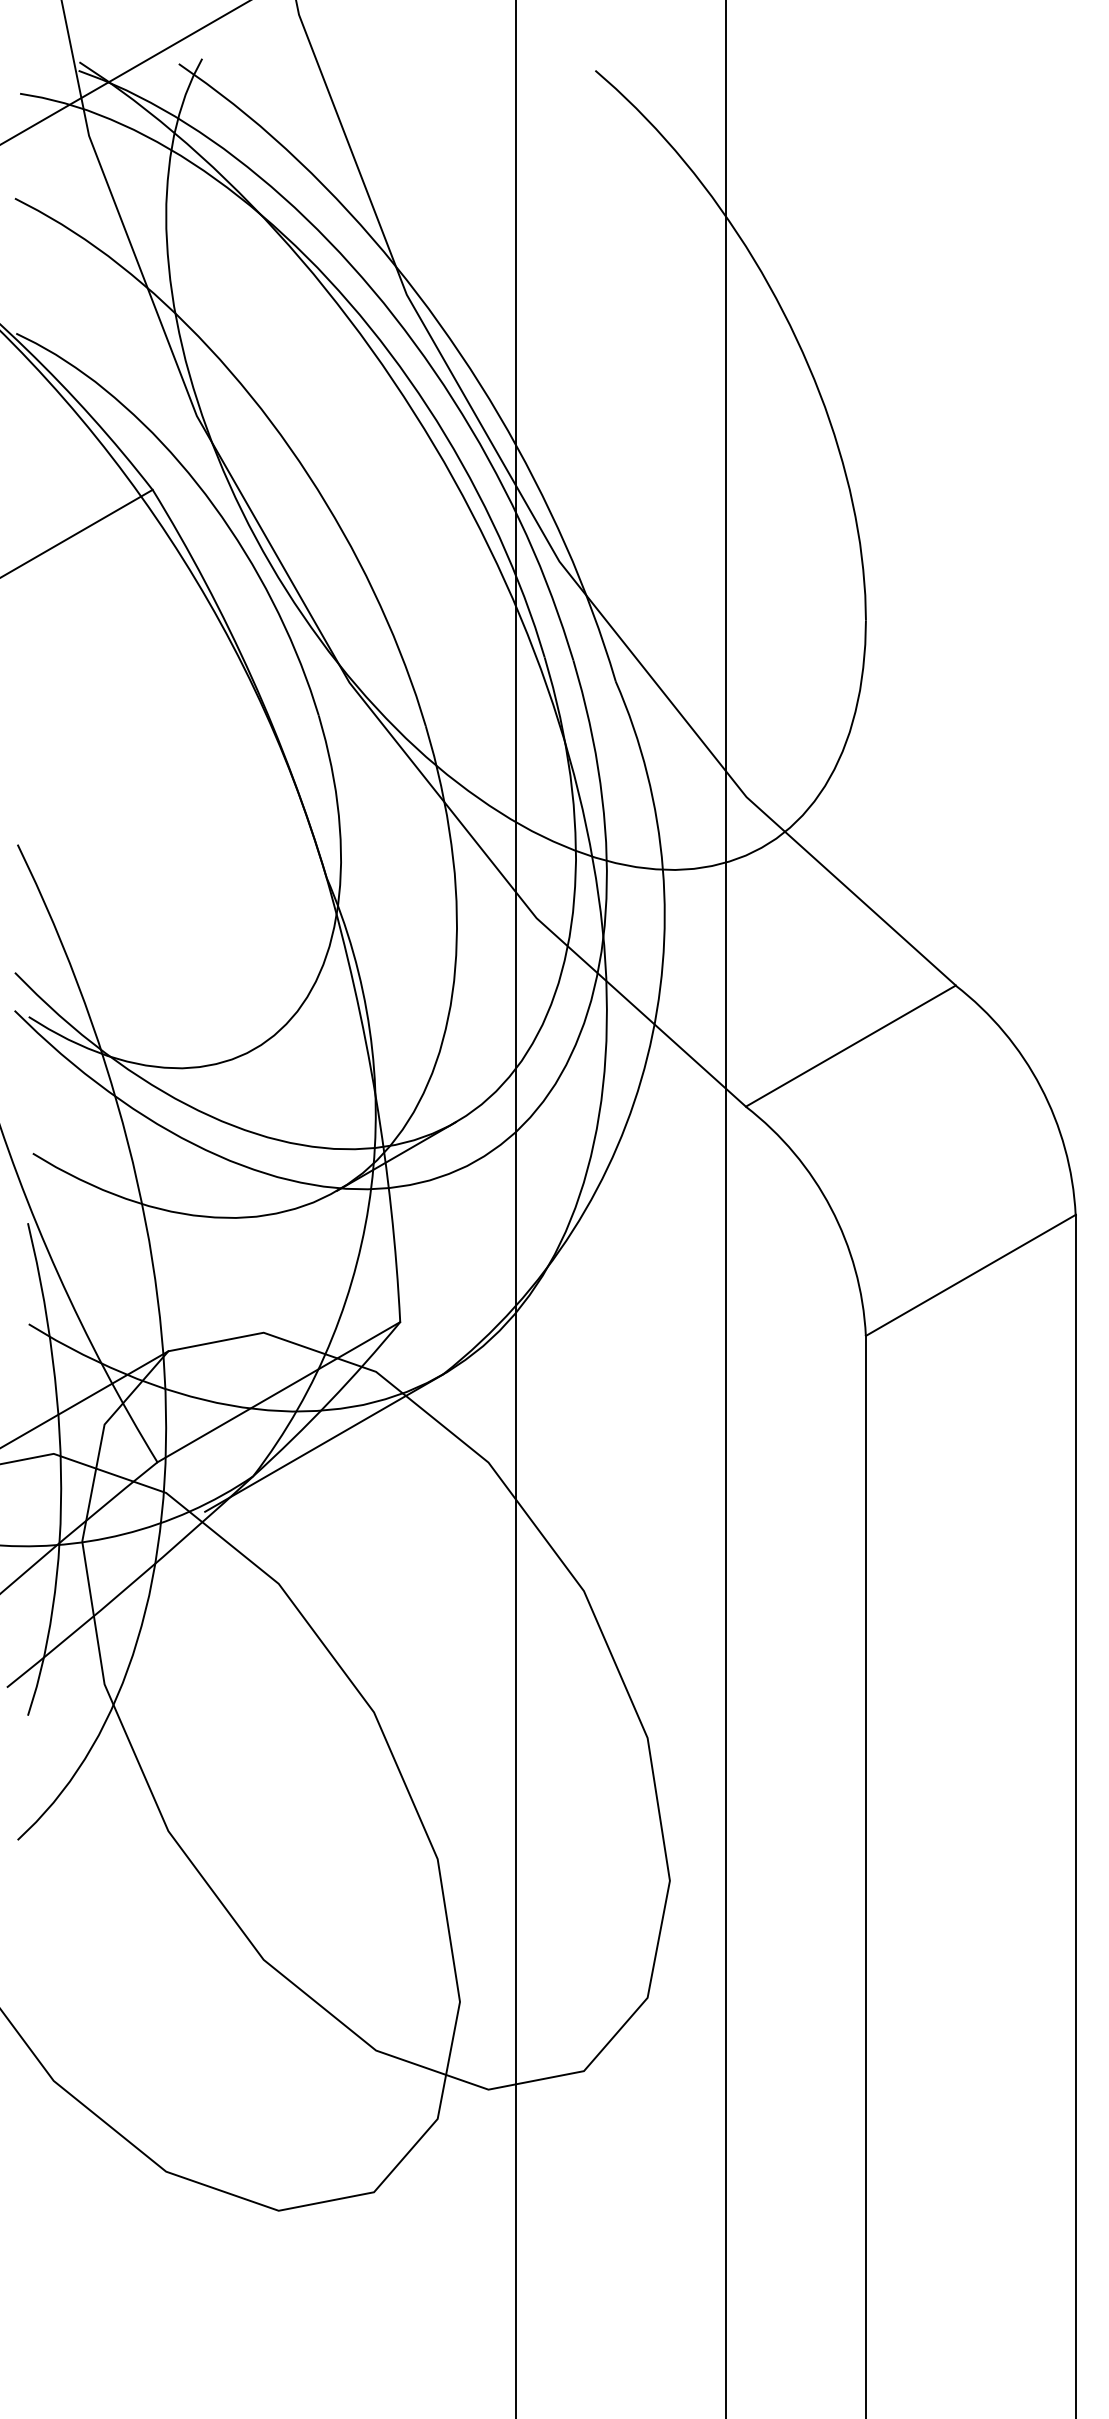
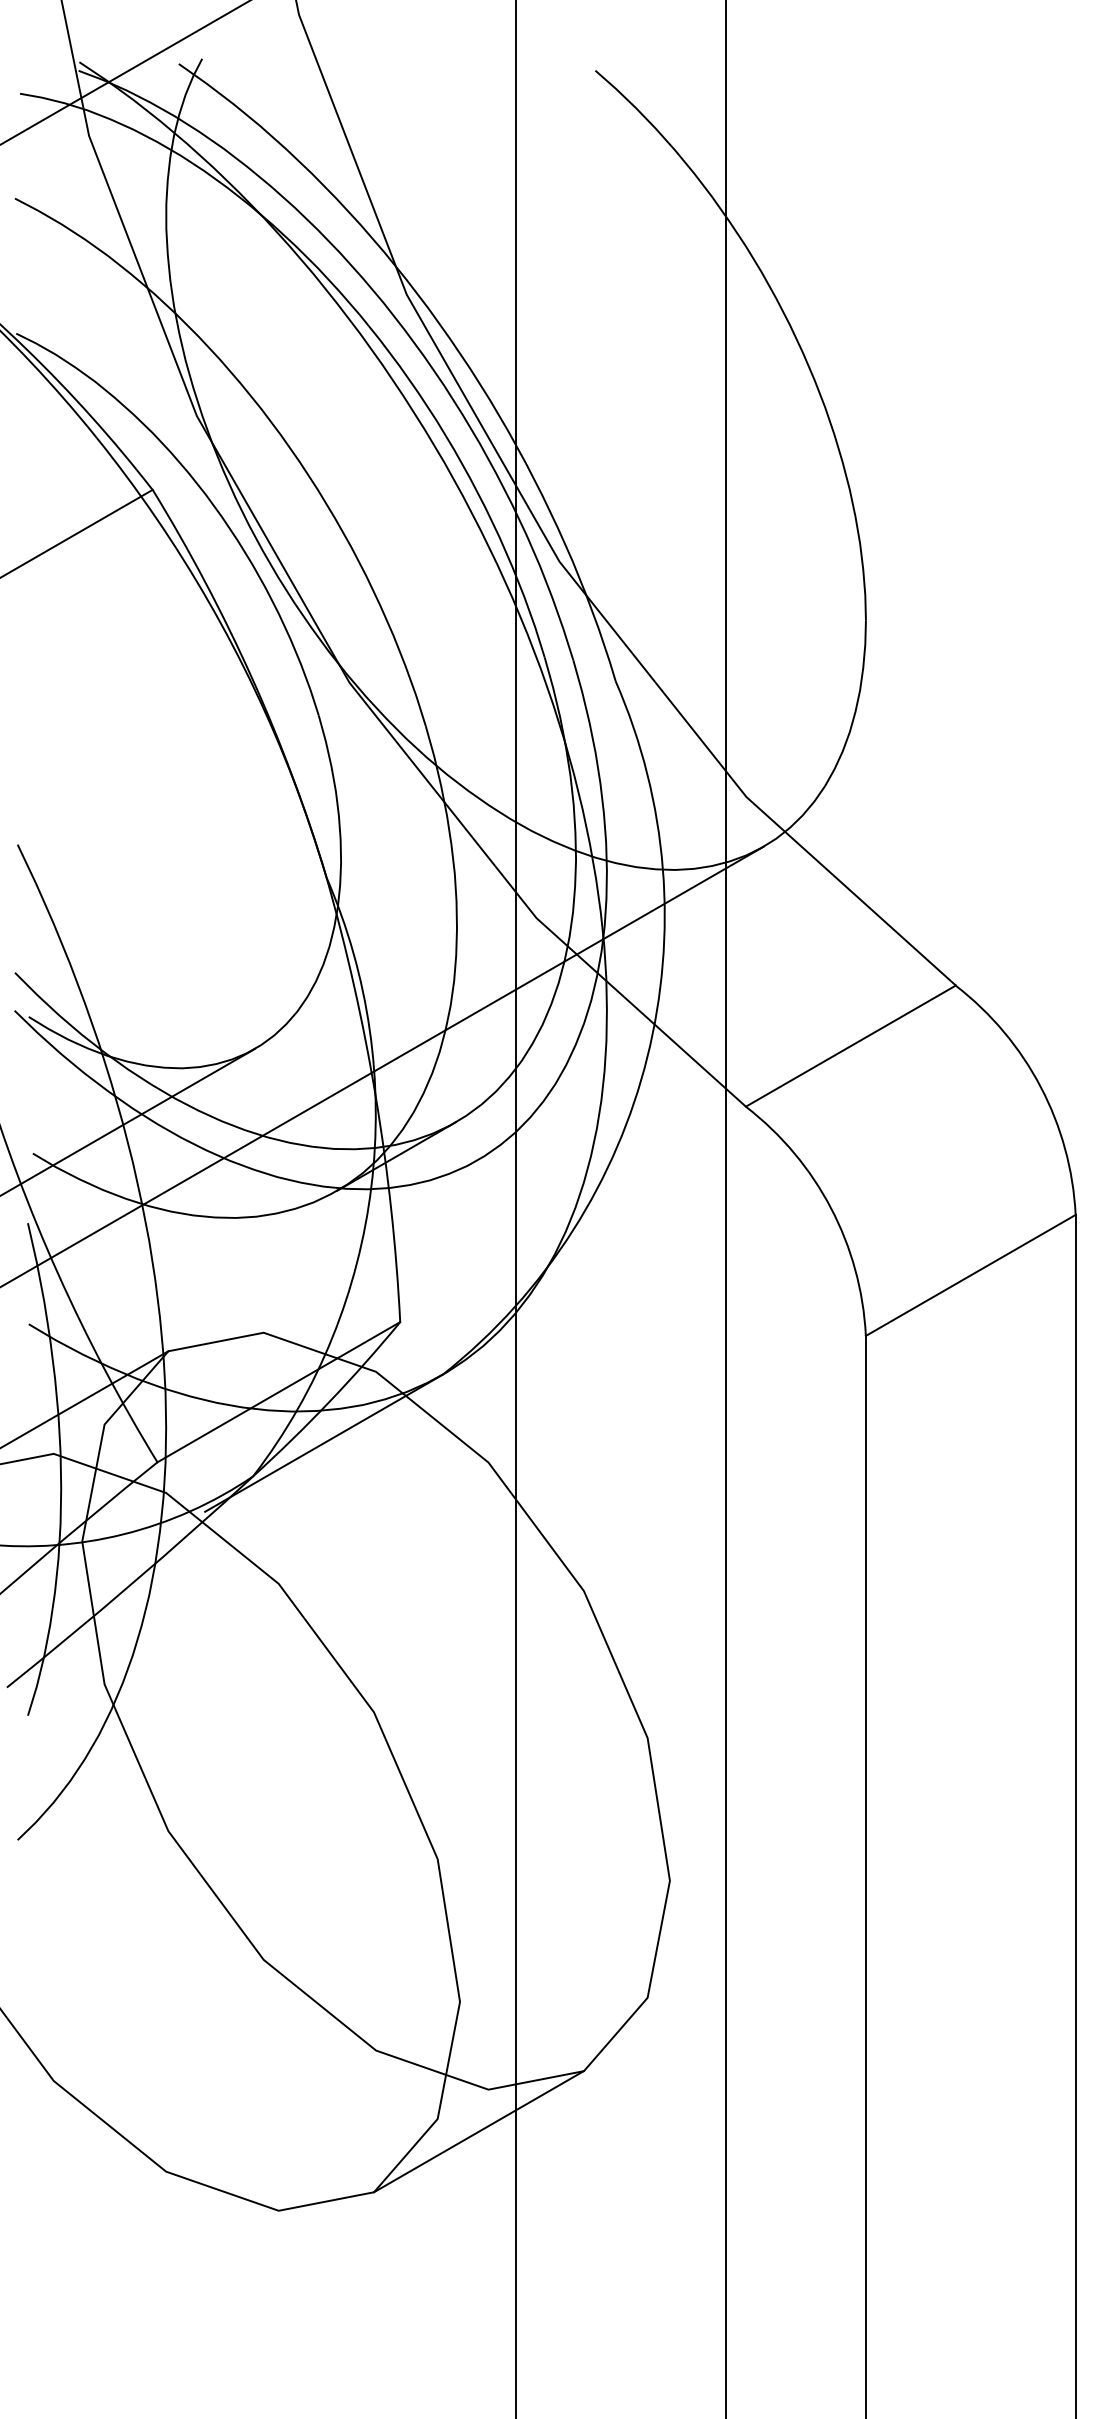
line at (382, 1066): none -> present
line at (128, 1121): none -> present
line at (478, 2131): none -> present
